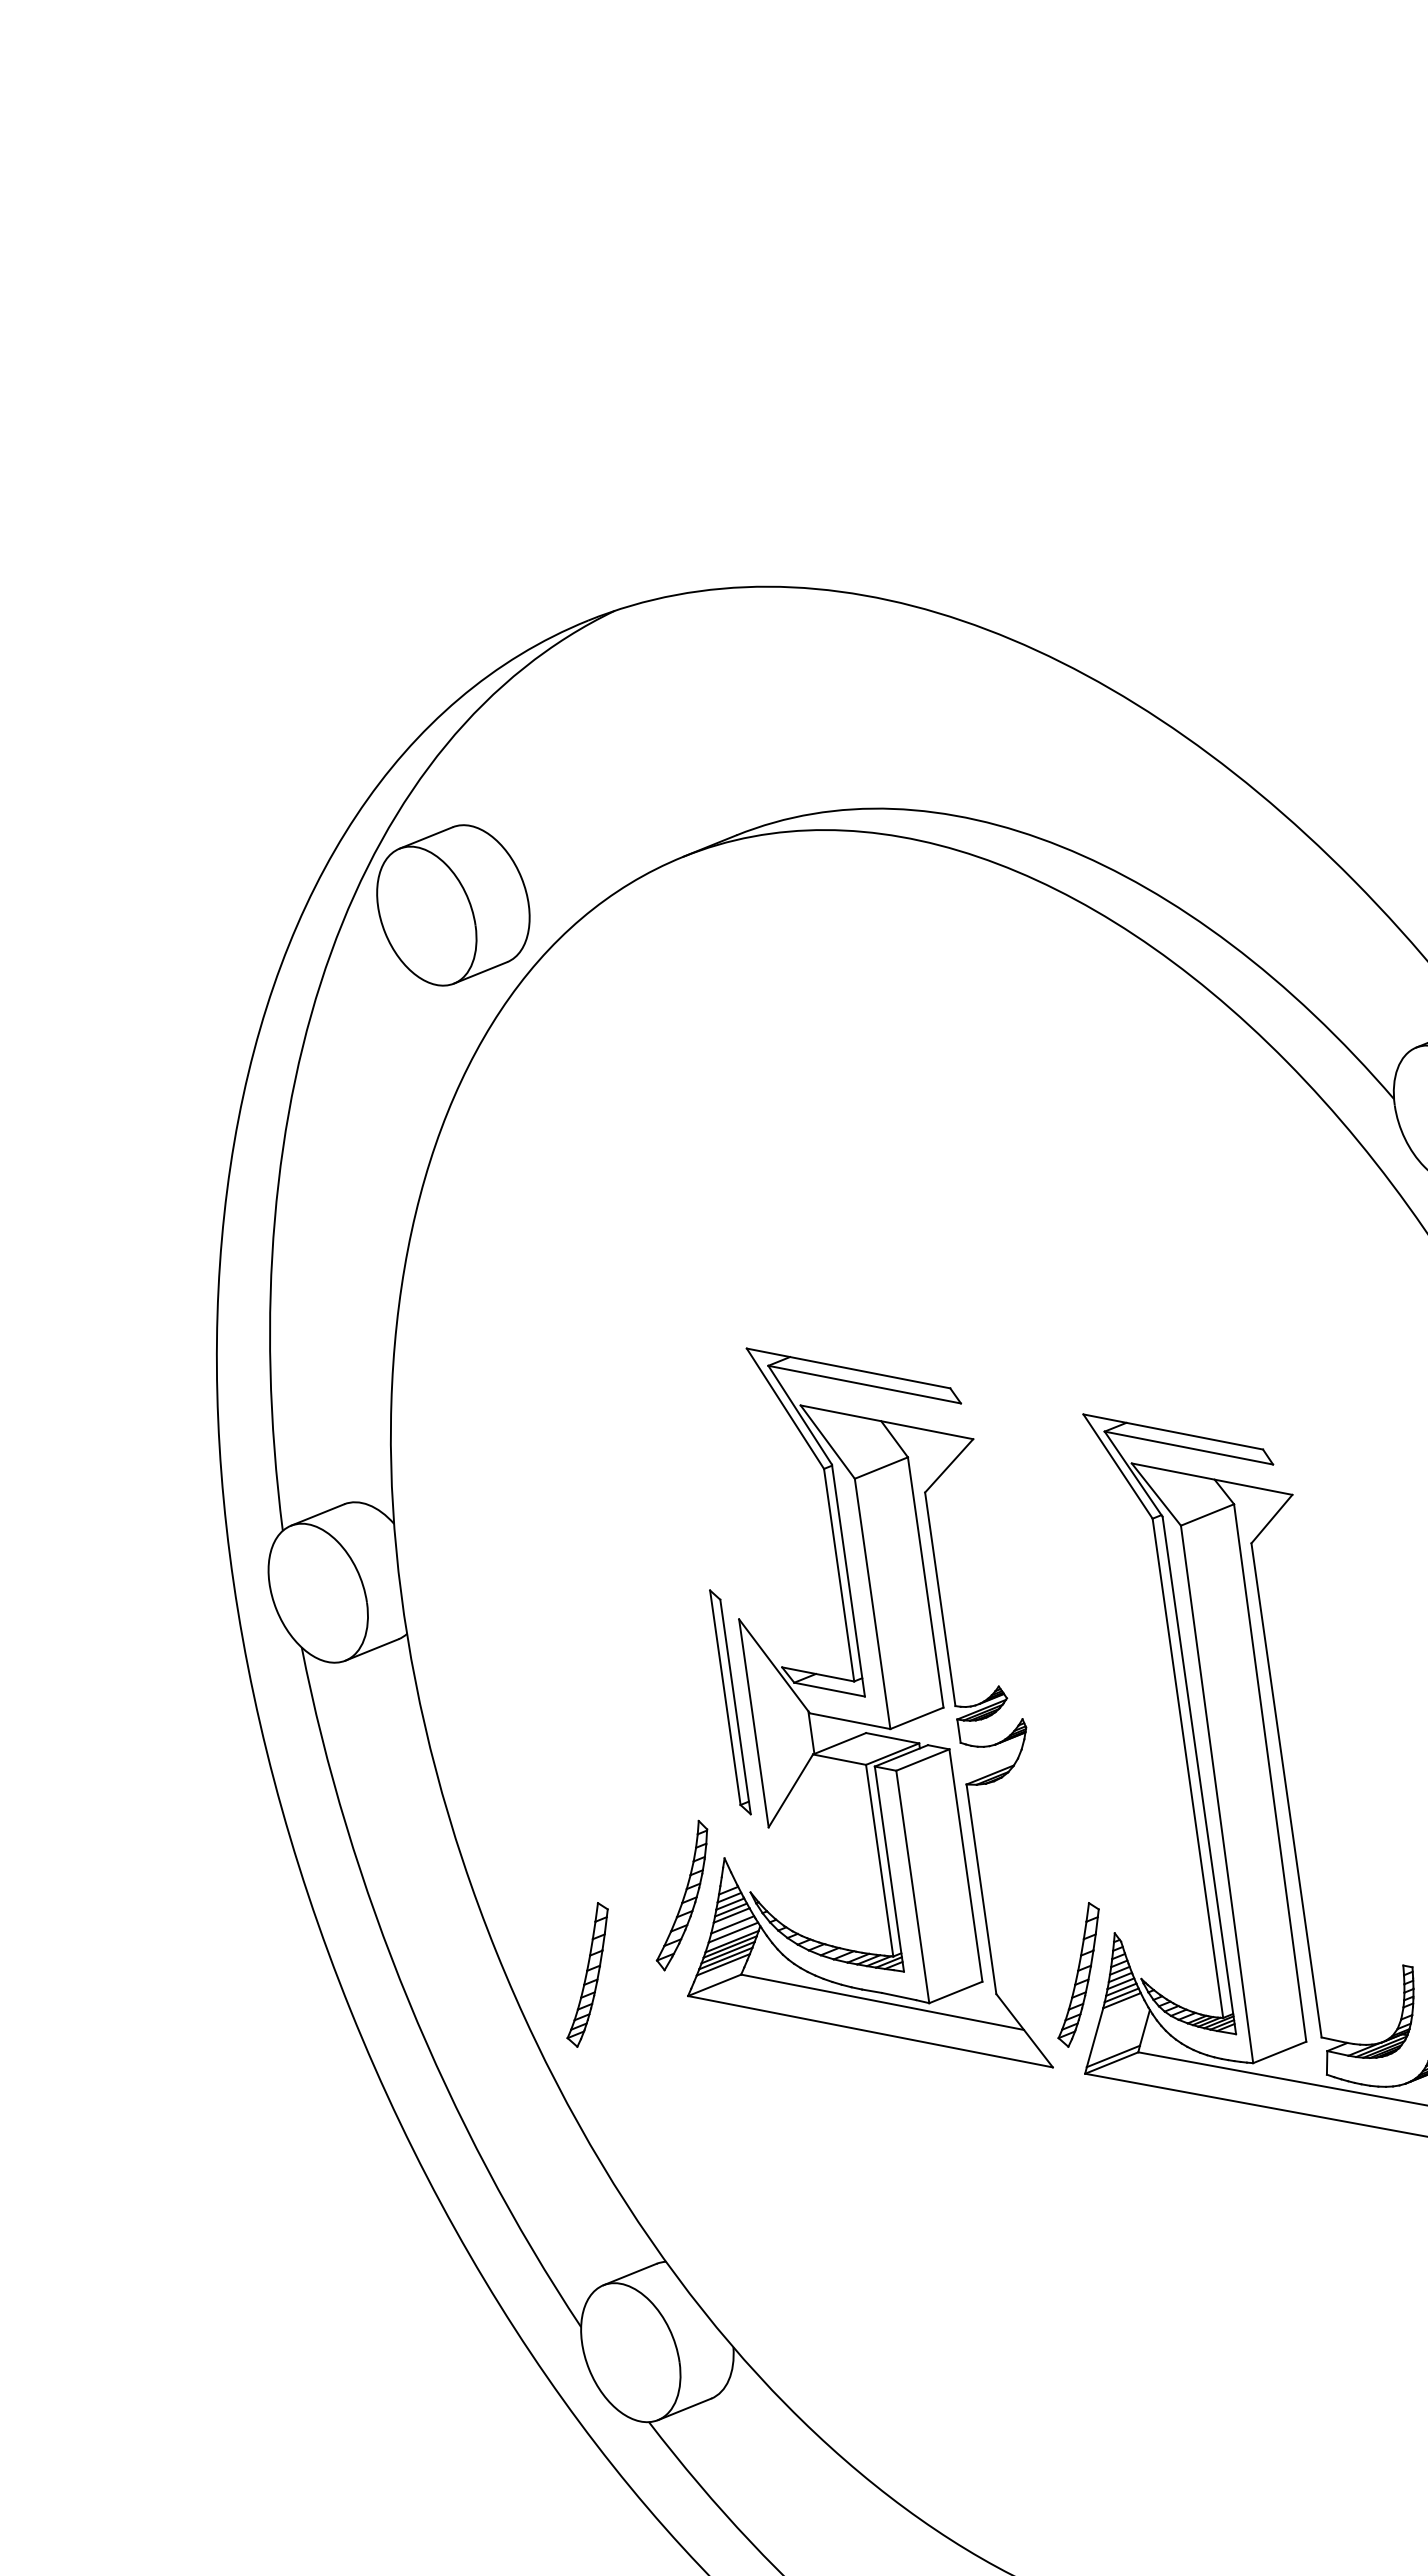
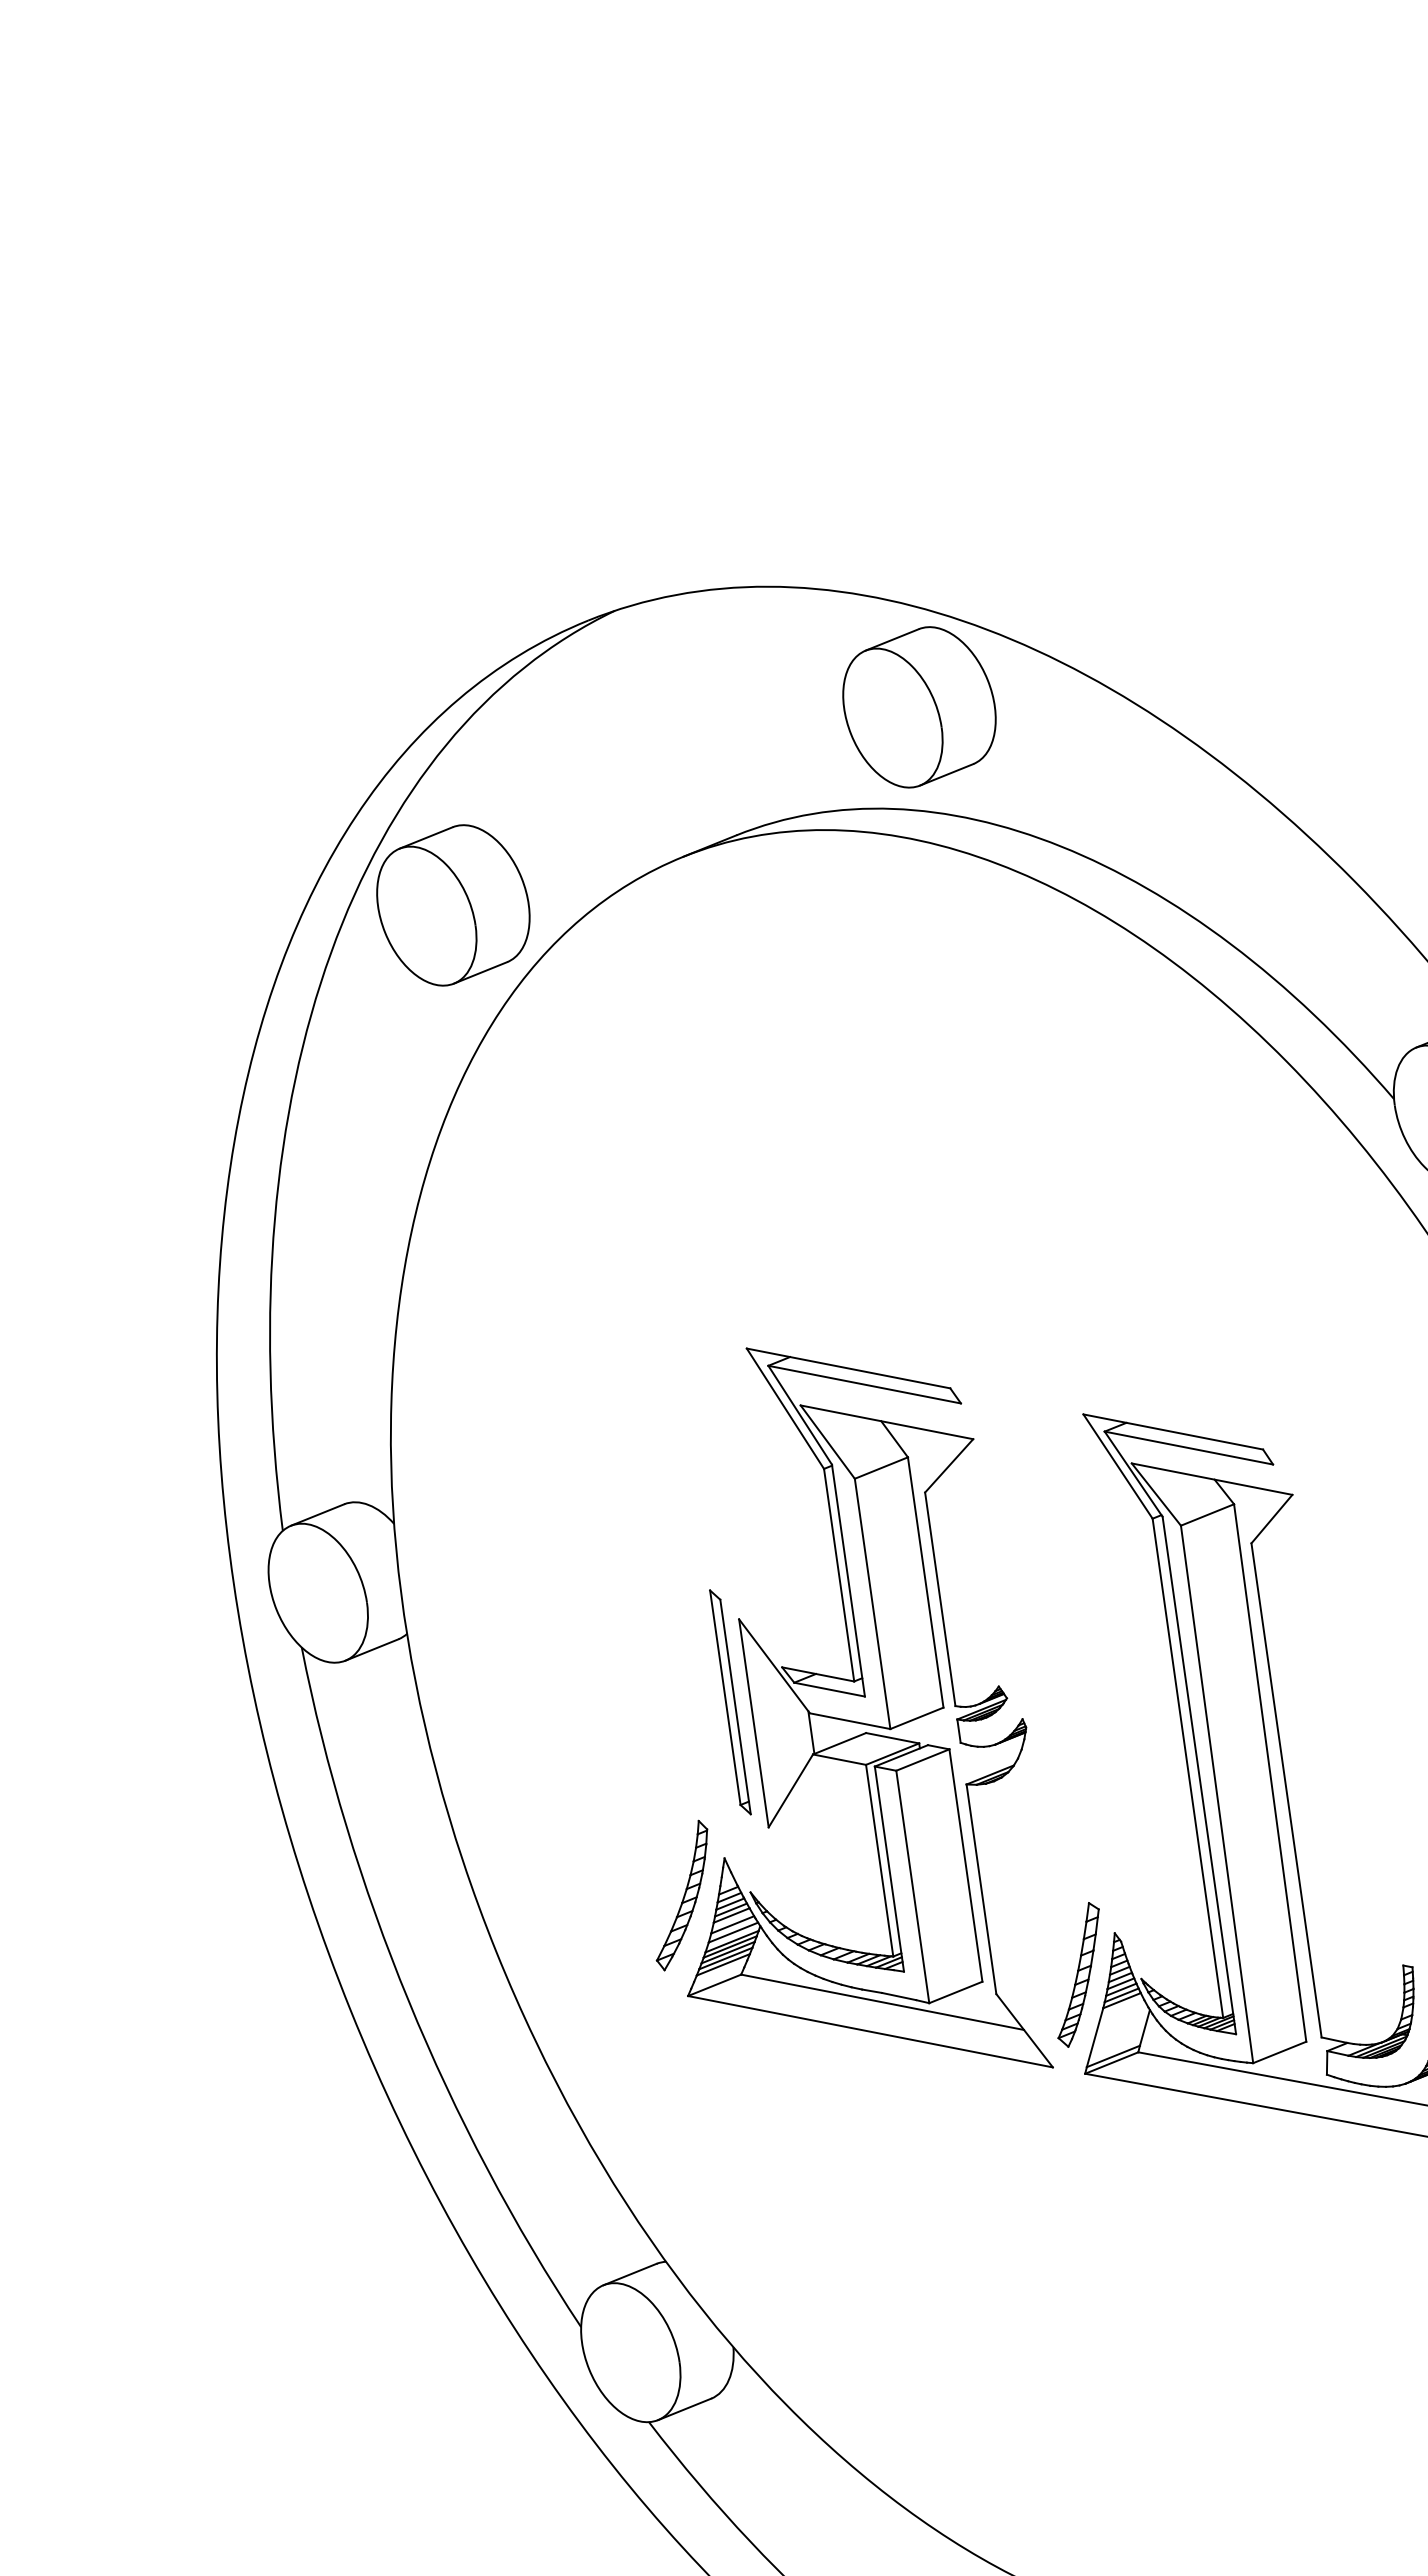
part at (919, 707): none -> present
part at (587, 1974): present -> none
